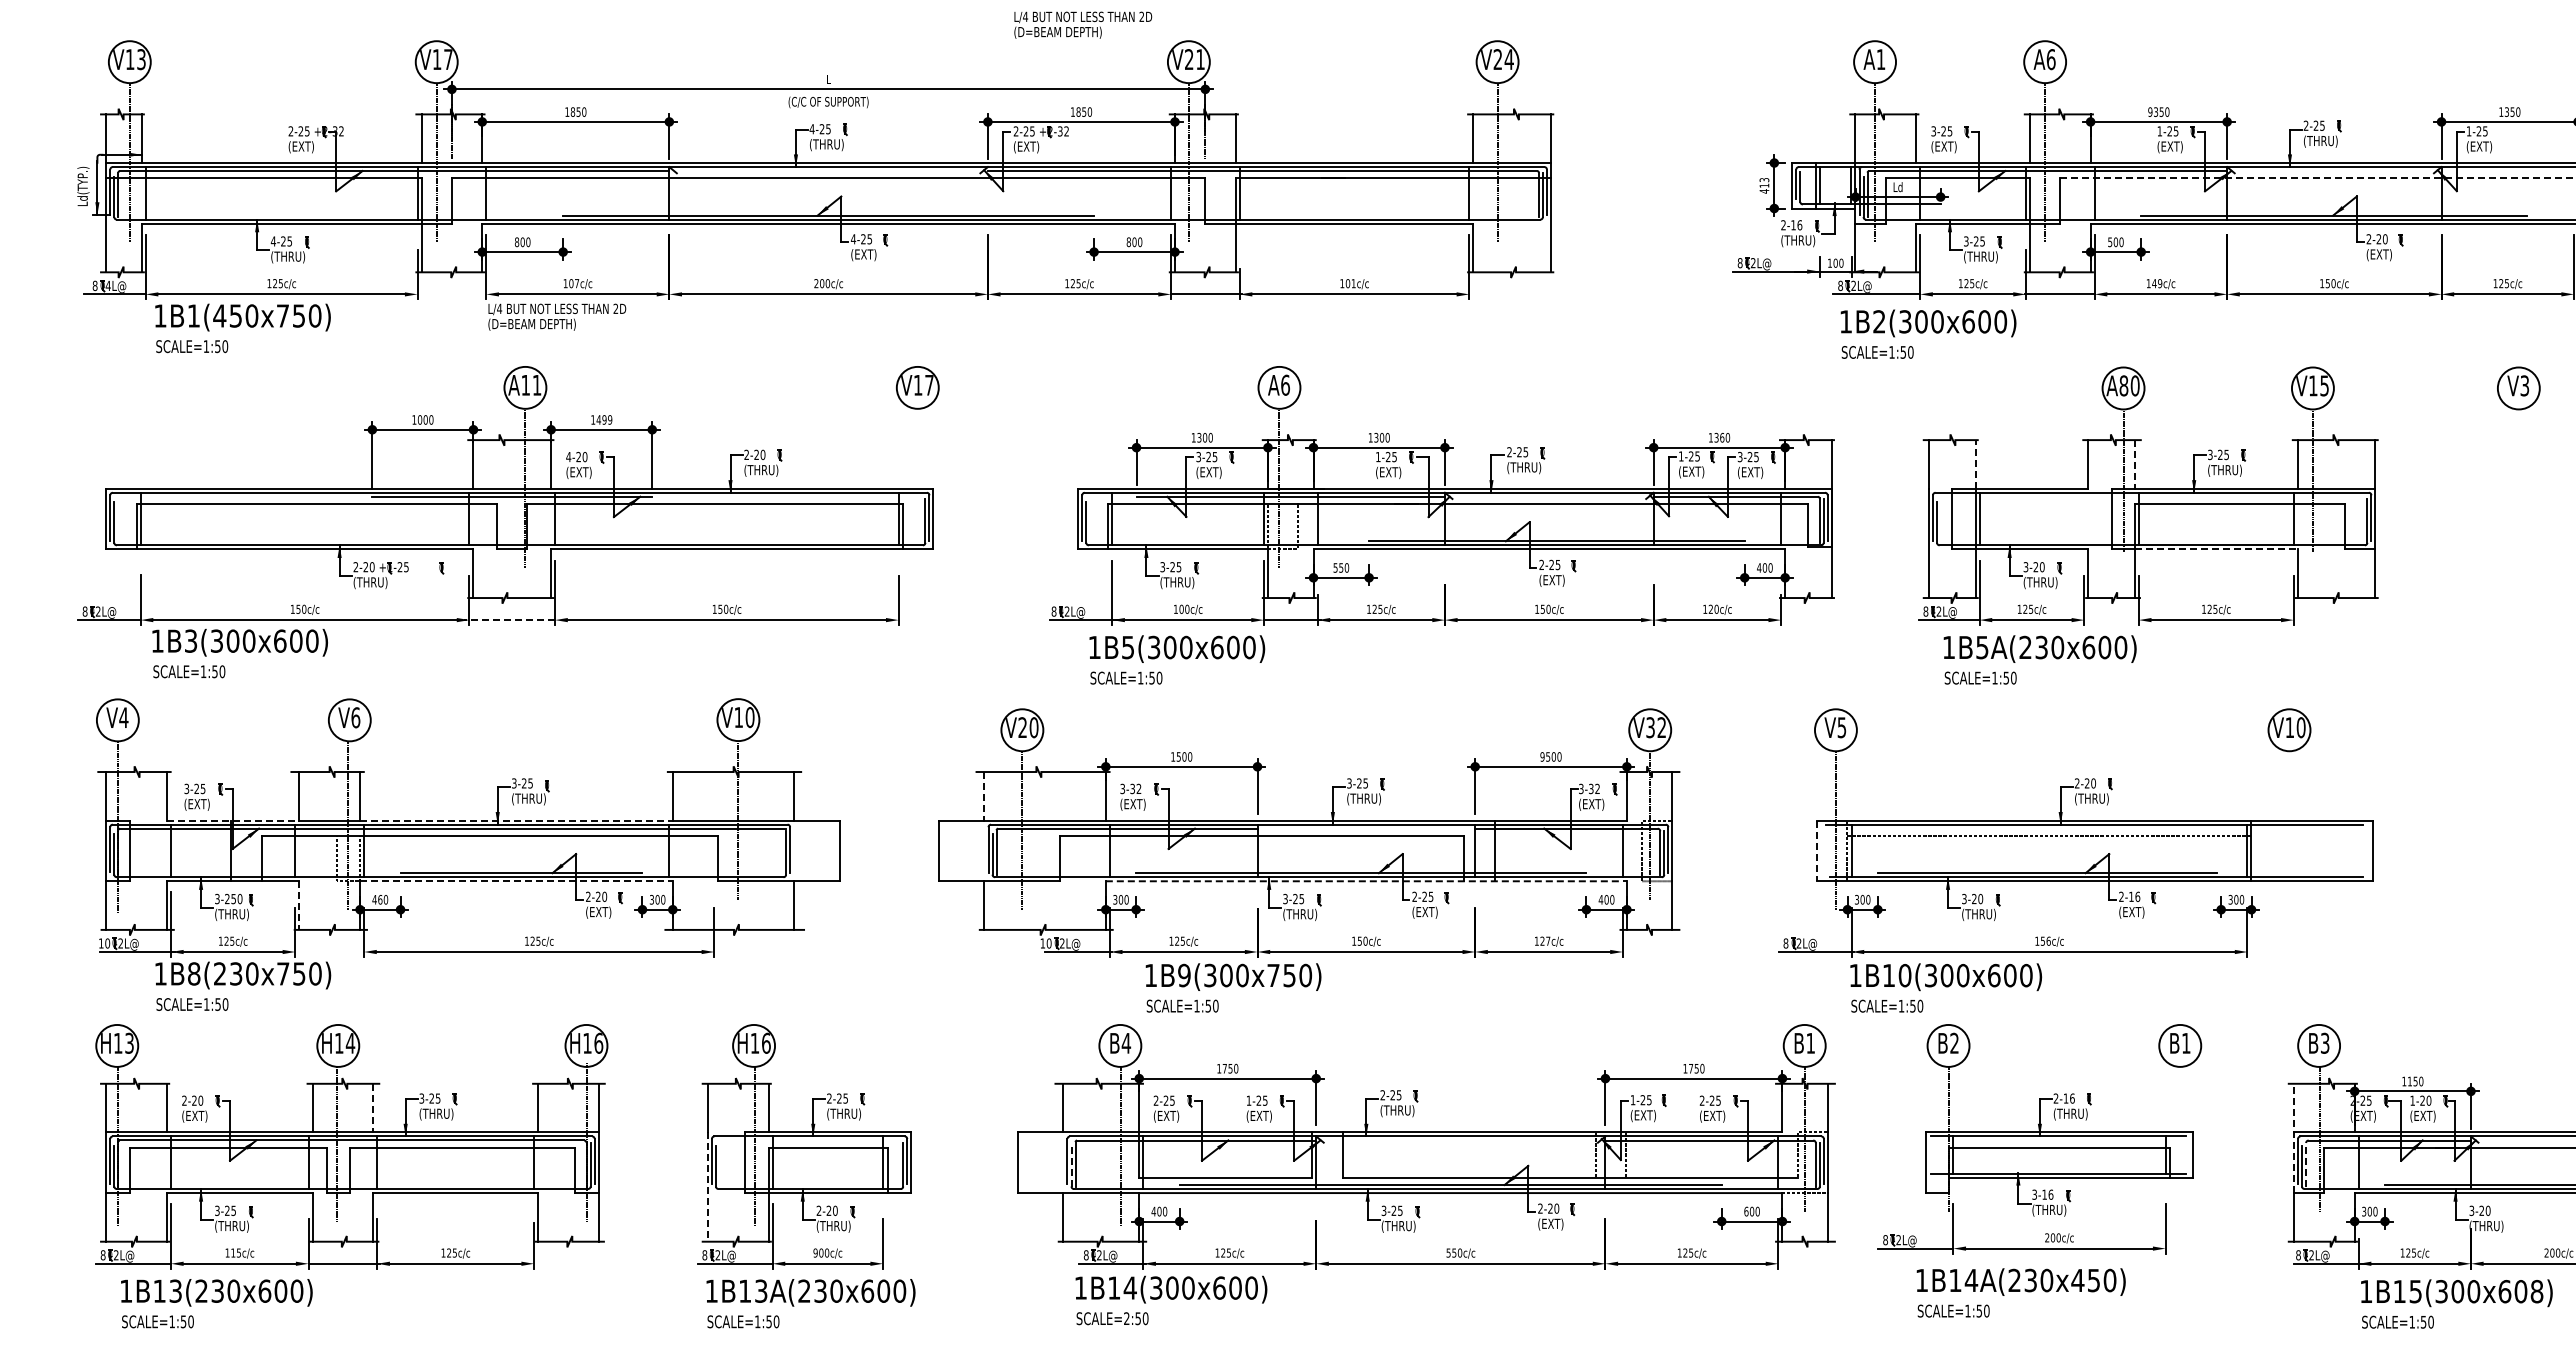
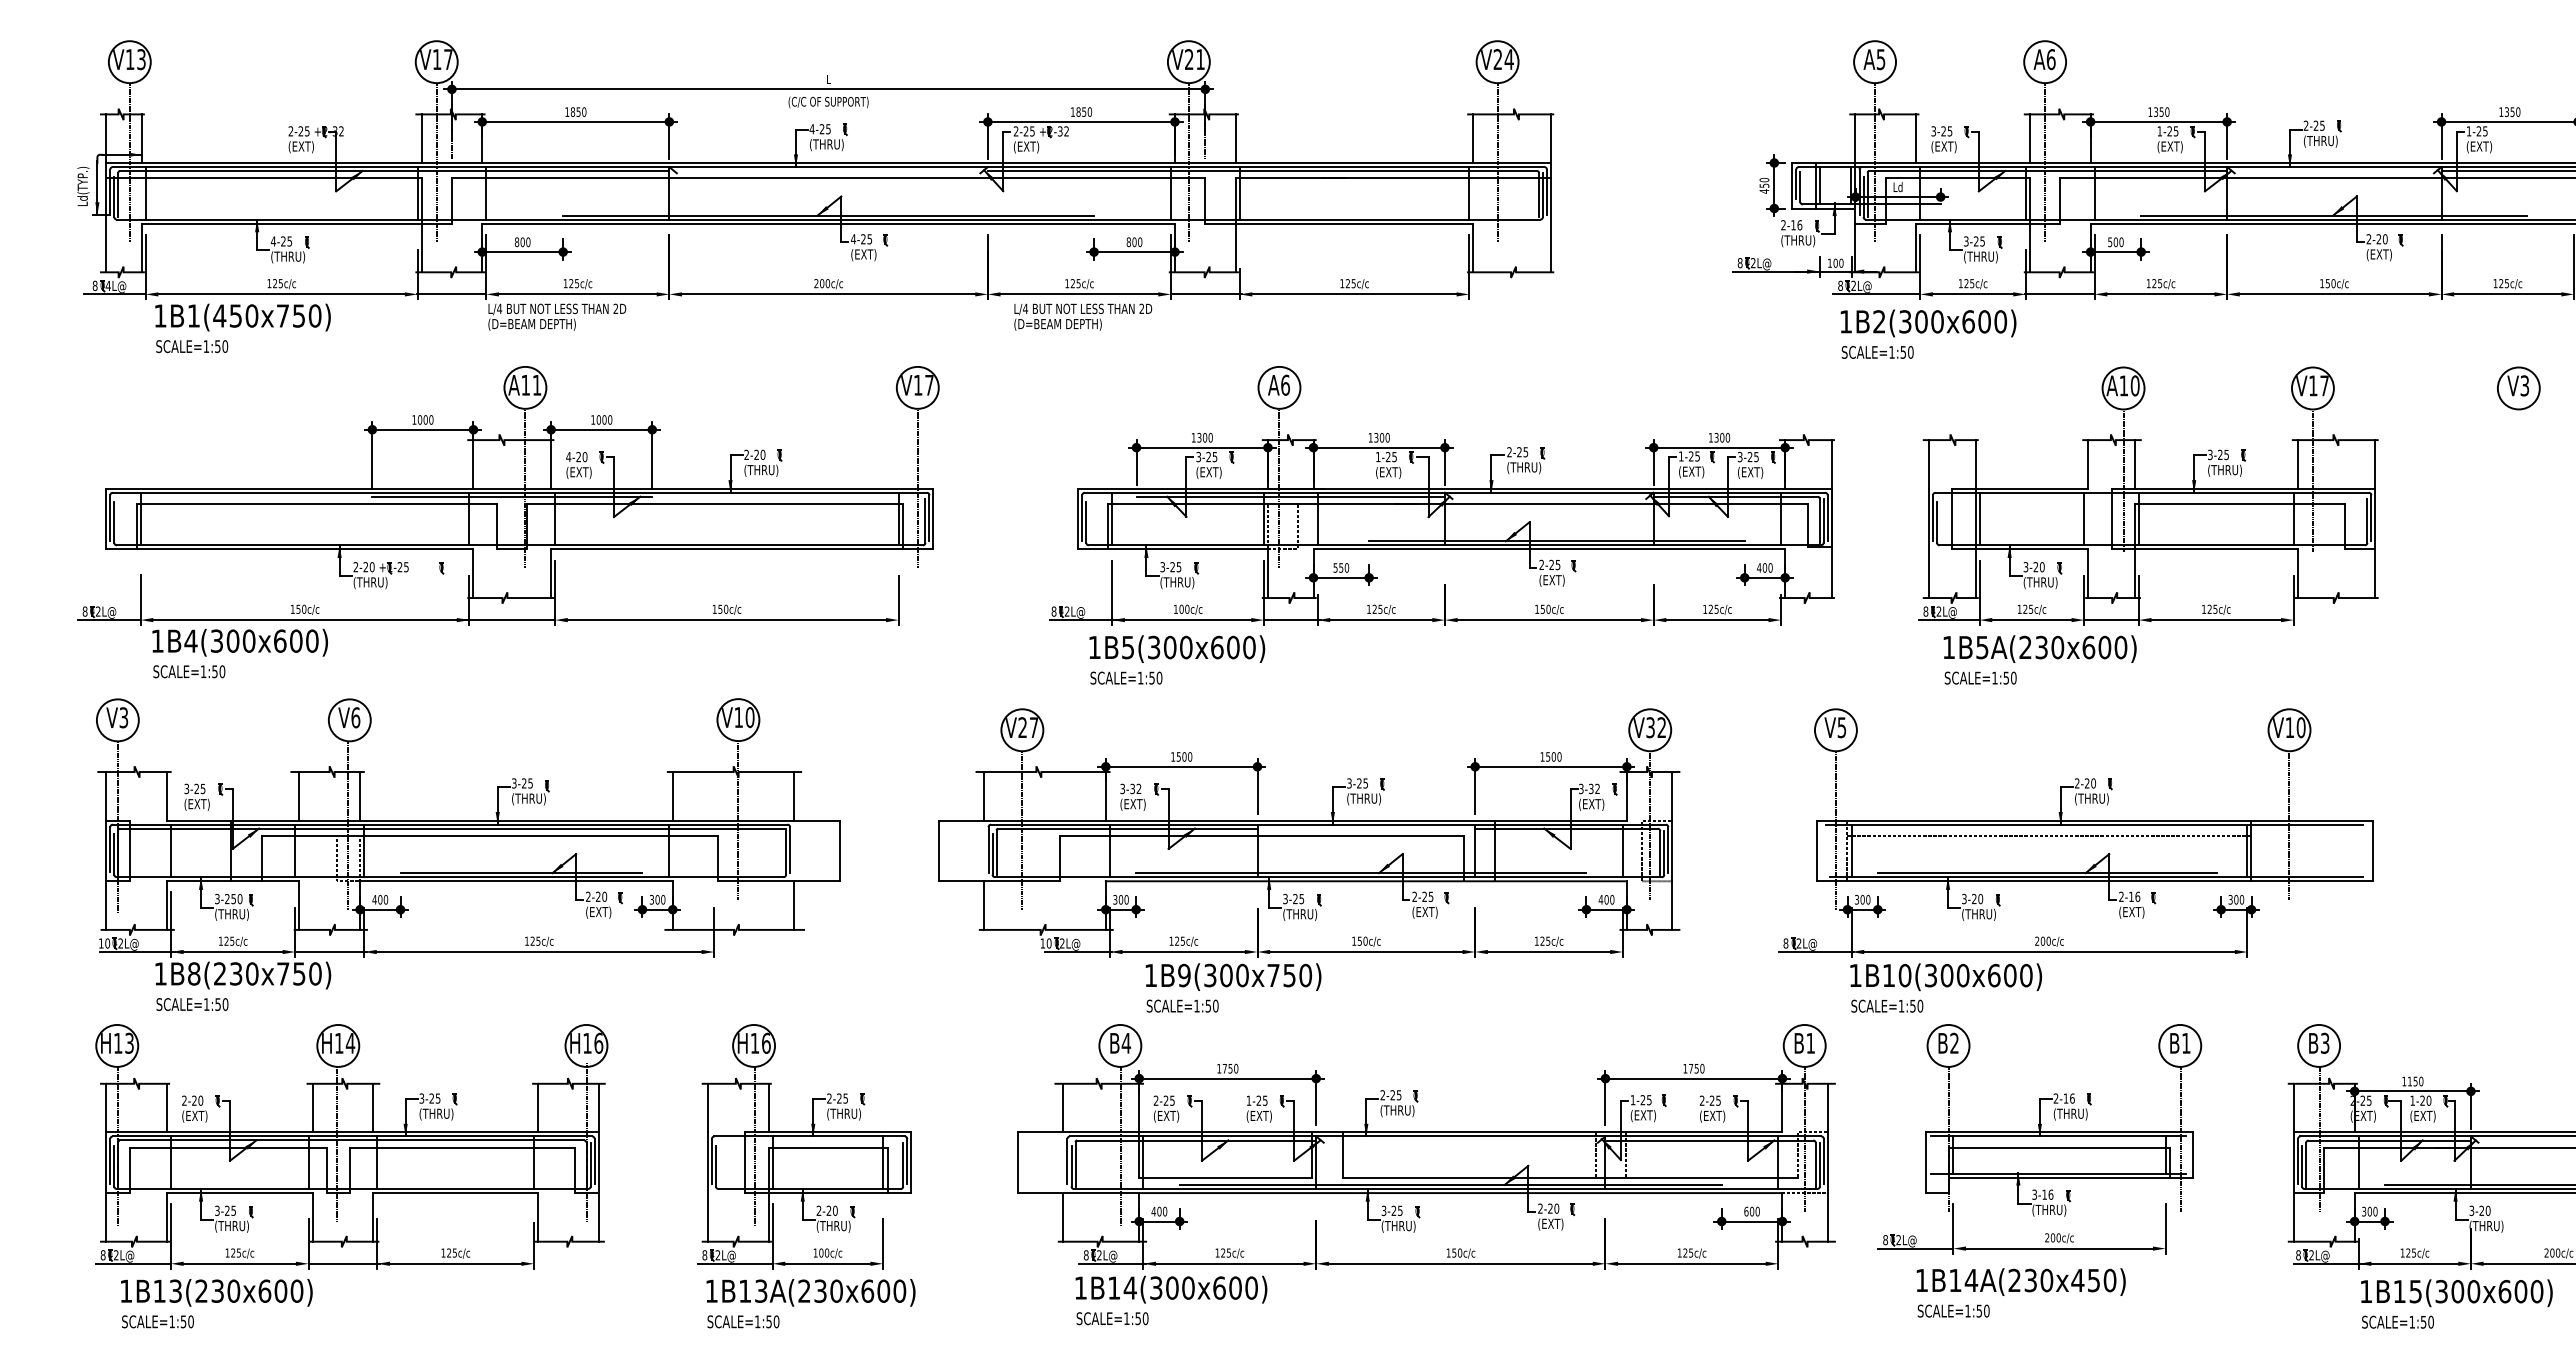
text at (1083, 24) position: (1083, 24) -> (1083, 316)
text at (1880, 59): A1 -> A5
text at (2150, 111): 9350 -> 1350
line at (2506, 171): none -> present
line at (2317, 178): dashed -> solid
text at (1764, 182): 413 -> 450
text at (574, 283): 107c/c -> 125c/c
text at (1350, 283): 101c/c -> 125c/c
text at (2157, 283): 149c/c -> 125c/c
line at (451, 294): none -> present
text at (2123, 385): A80 -> A10
text at (2324, 385): V15 -> V17
text at (604, 419): 1499 -> 1000
text at (1722, 437): 1360 -> 1300
line at (1975, 463): dashed -> solid
line at (2134, 464): dashed -> solid
line at (917, 487): none -> present
line at (2084, 518): none -> present
line at (2216, 549): dashed -> solid
text at (1716, 608): 120c/c -> 125c/c
line at (509, 620): dashed -> solid
line at (2111, 620): none -> present
text at (190, 640): 1B3(300x600) -> 1B4(300x600)
text at (123, 717): V4 -> V3
text at (1033, 727): V20 -> V27
text at (1542, 756): 9500 -> 1500
line at (984, 796): dashed -> solid
line at (233, 820): dashed -> solid
line at (516, 820): dashed -> solid
line at (2289, 825): none -> present
line at (1817, 851): dashed -> solid
line at (516, 881): dashed -> solid
line at (1366, 881): dashed -> solid
text at (380, 899): 460 -> 400
line at (299, 906): dashed -> solid
text at (1548, 940): 127c/c -> 125c/c
text at (2042, 940): 156c/c -> 200c/c
line at (330, 951): none -> present
line at (373, 1108): dashed -> solid
line at (2180, 1138): none -> present
line at (2293, 1138): dashed -> solid
line at (2306, 1164): dashed -> solid
line at (1071, 1165): dashed -> solid
line at (707, 1187): dashed -> solid
text at (233, 1252): 115c/c -> 125c/c
text at (815, 1252): 900c/c -> 100c/c
text at (1448, 1252): 550c/c -> 150c/c
text at (2536, 1291): 1B15(300x608) -> 1B15(300x600)
text at (1126, 1318): SCALE=2:50 -> SCALE=1:50
